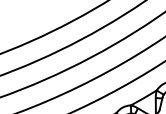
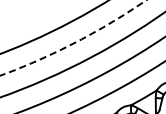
arc at (76, 42): solid -> dashed
